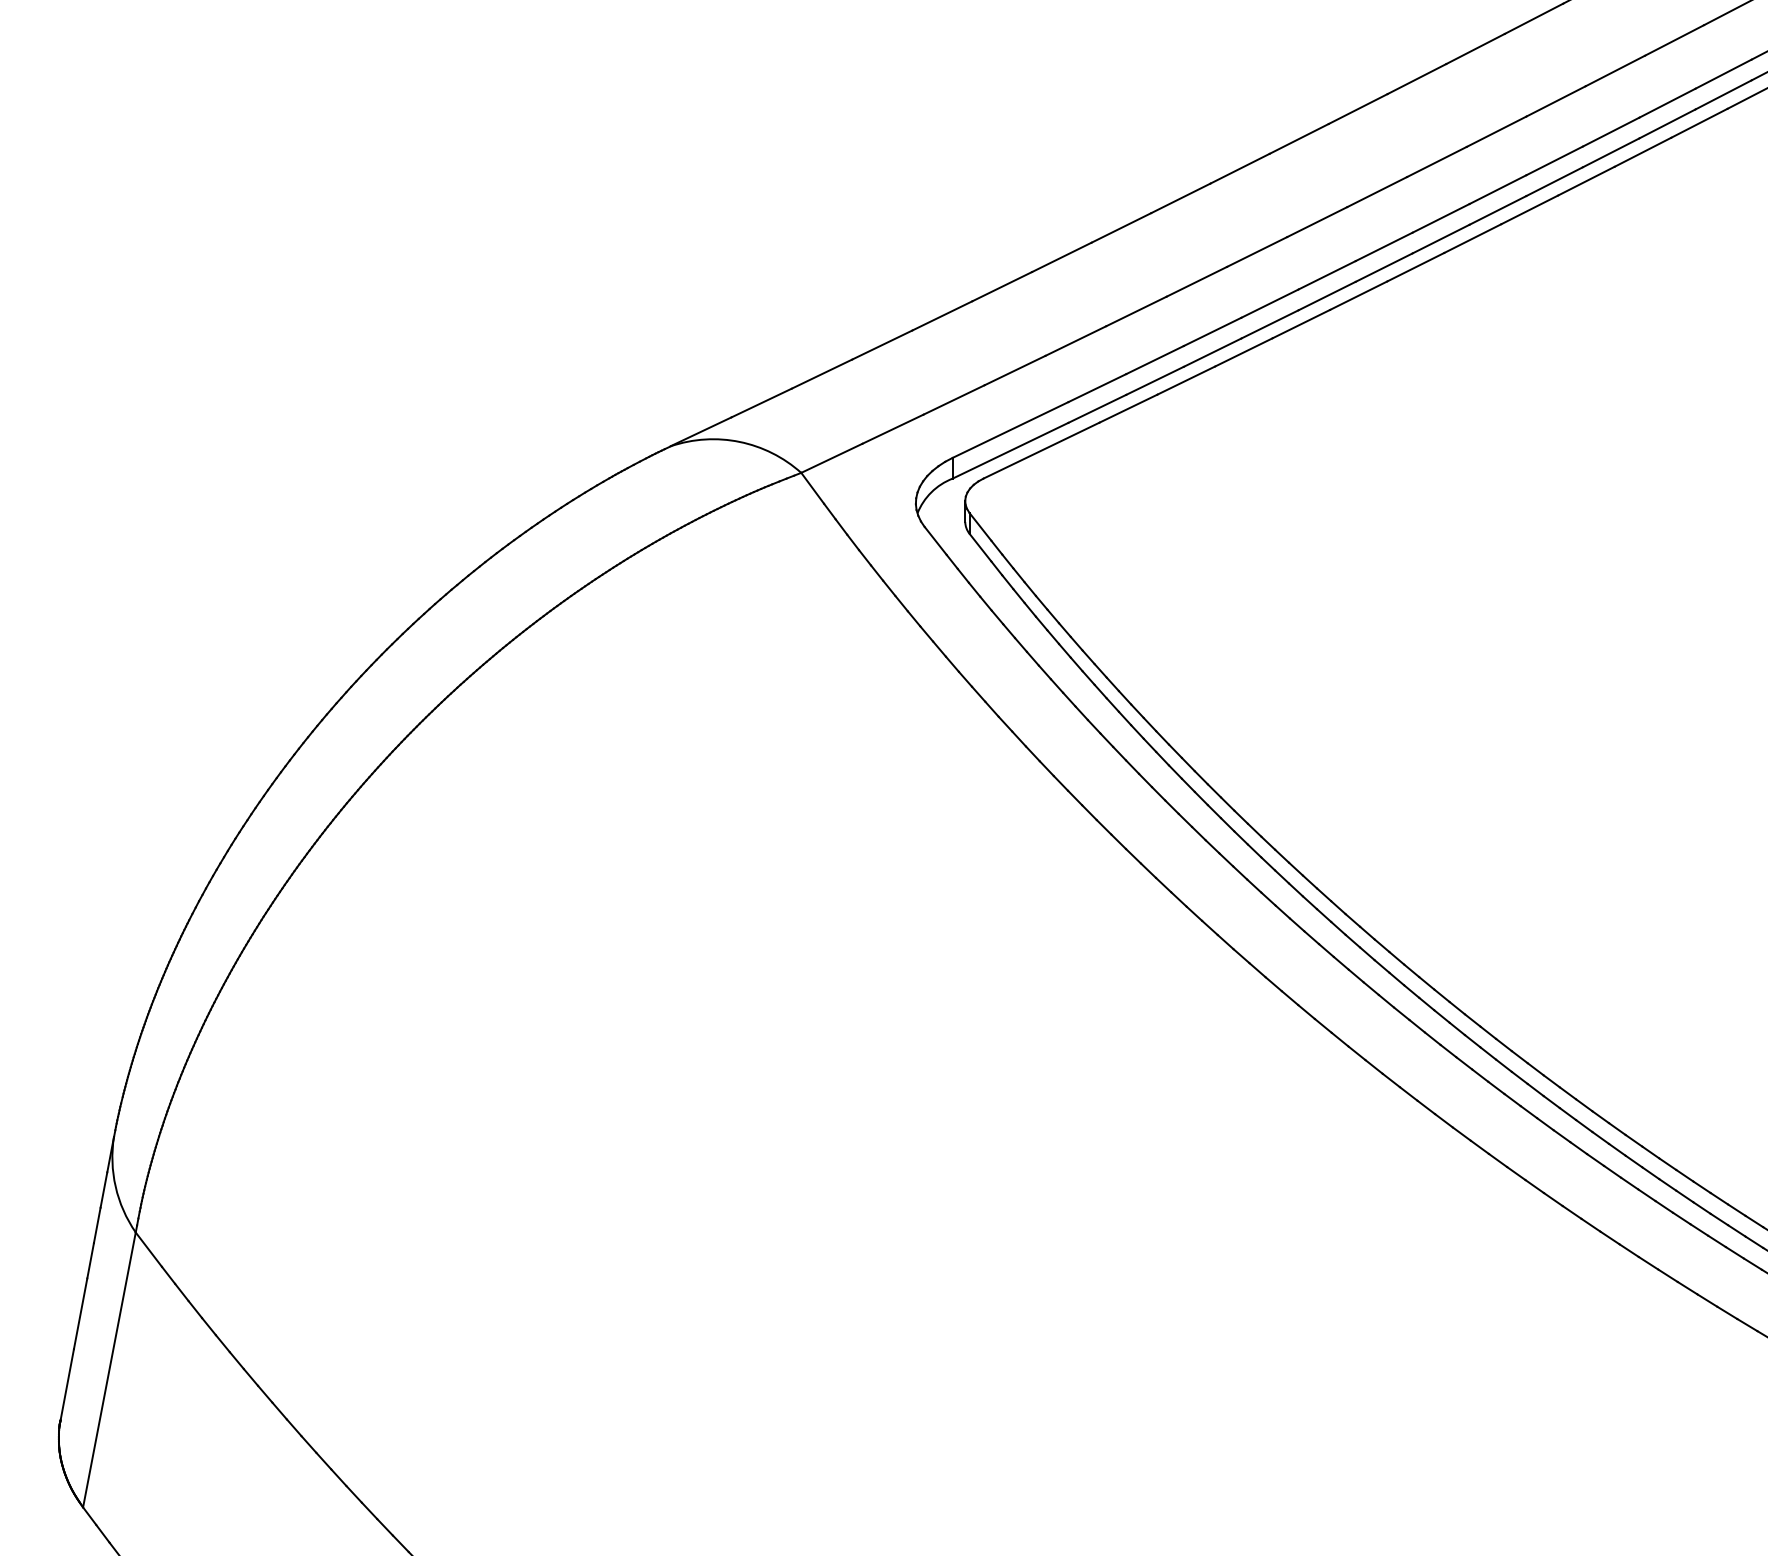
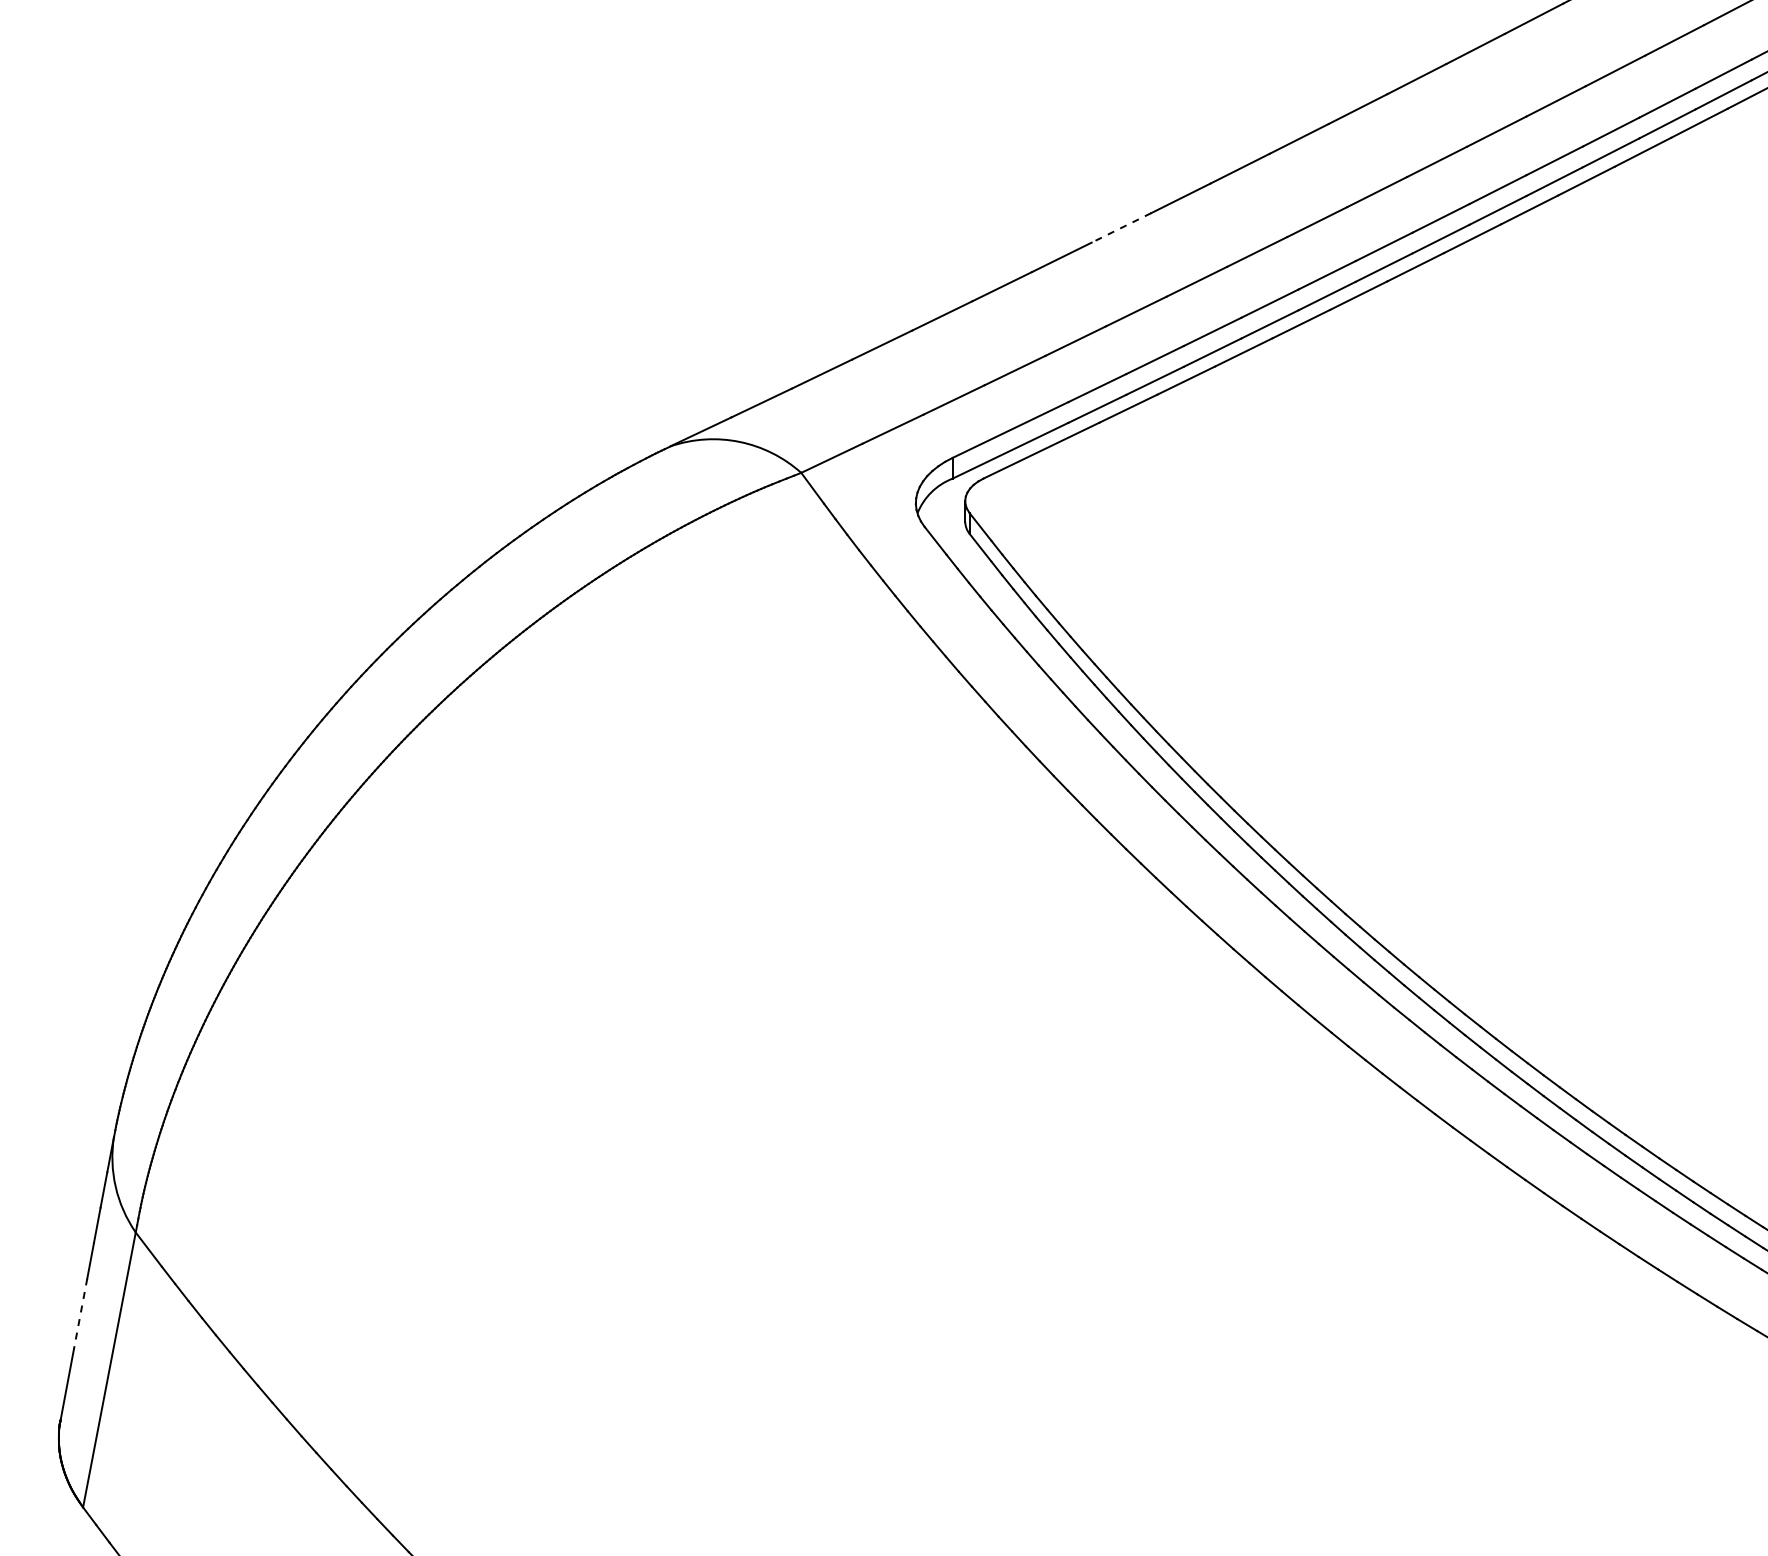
line at (1121, 228): solid -> dashed
line at (80, 1313): solid -> dashed
